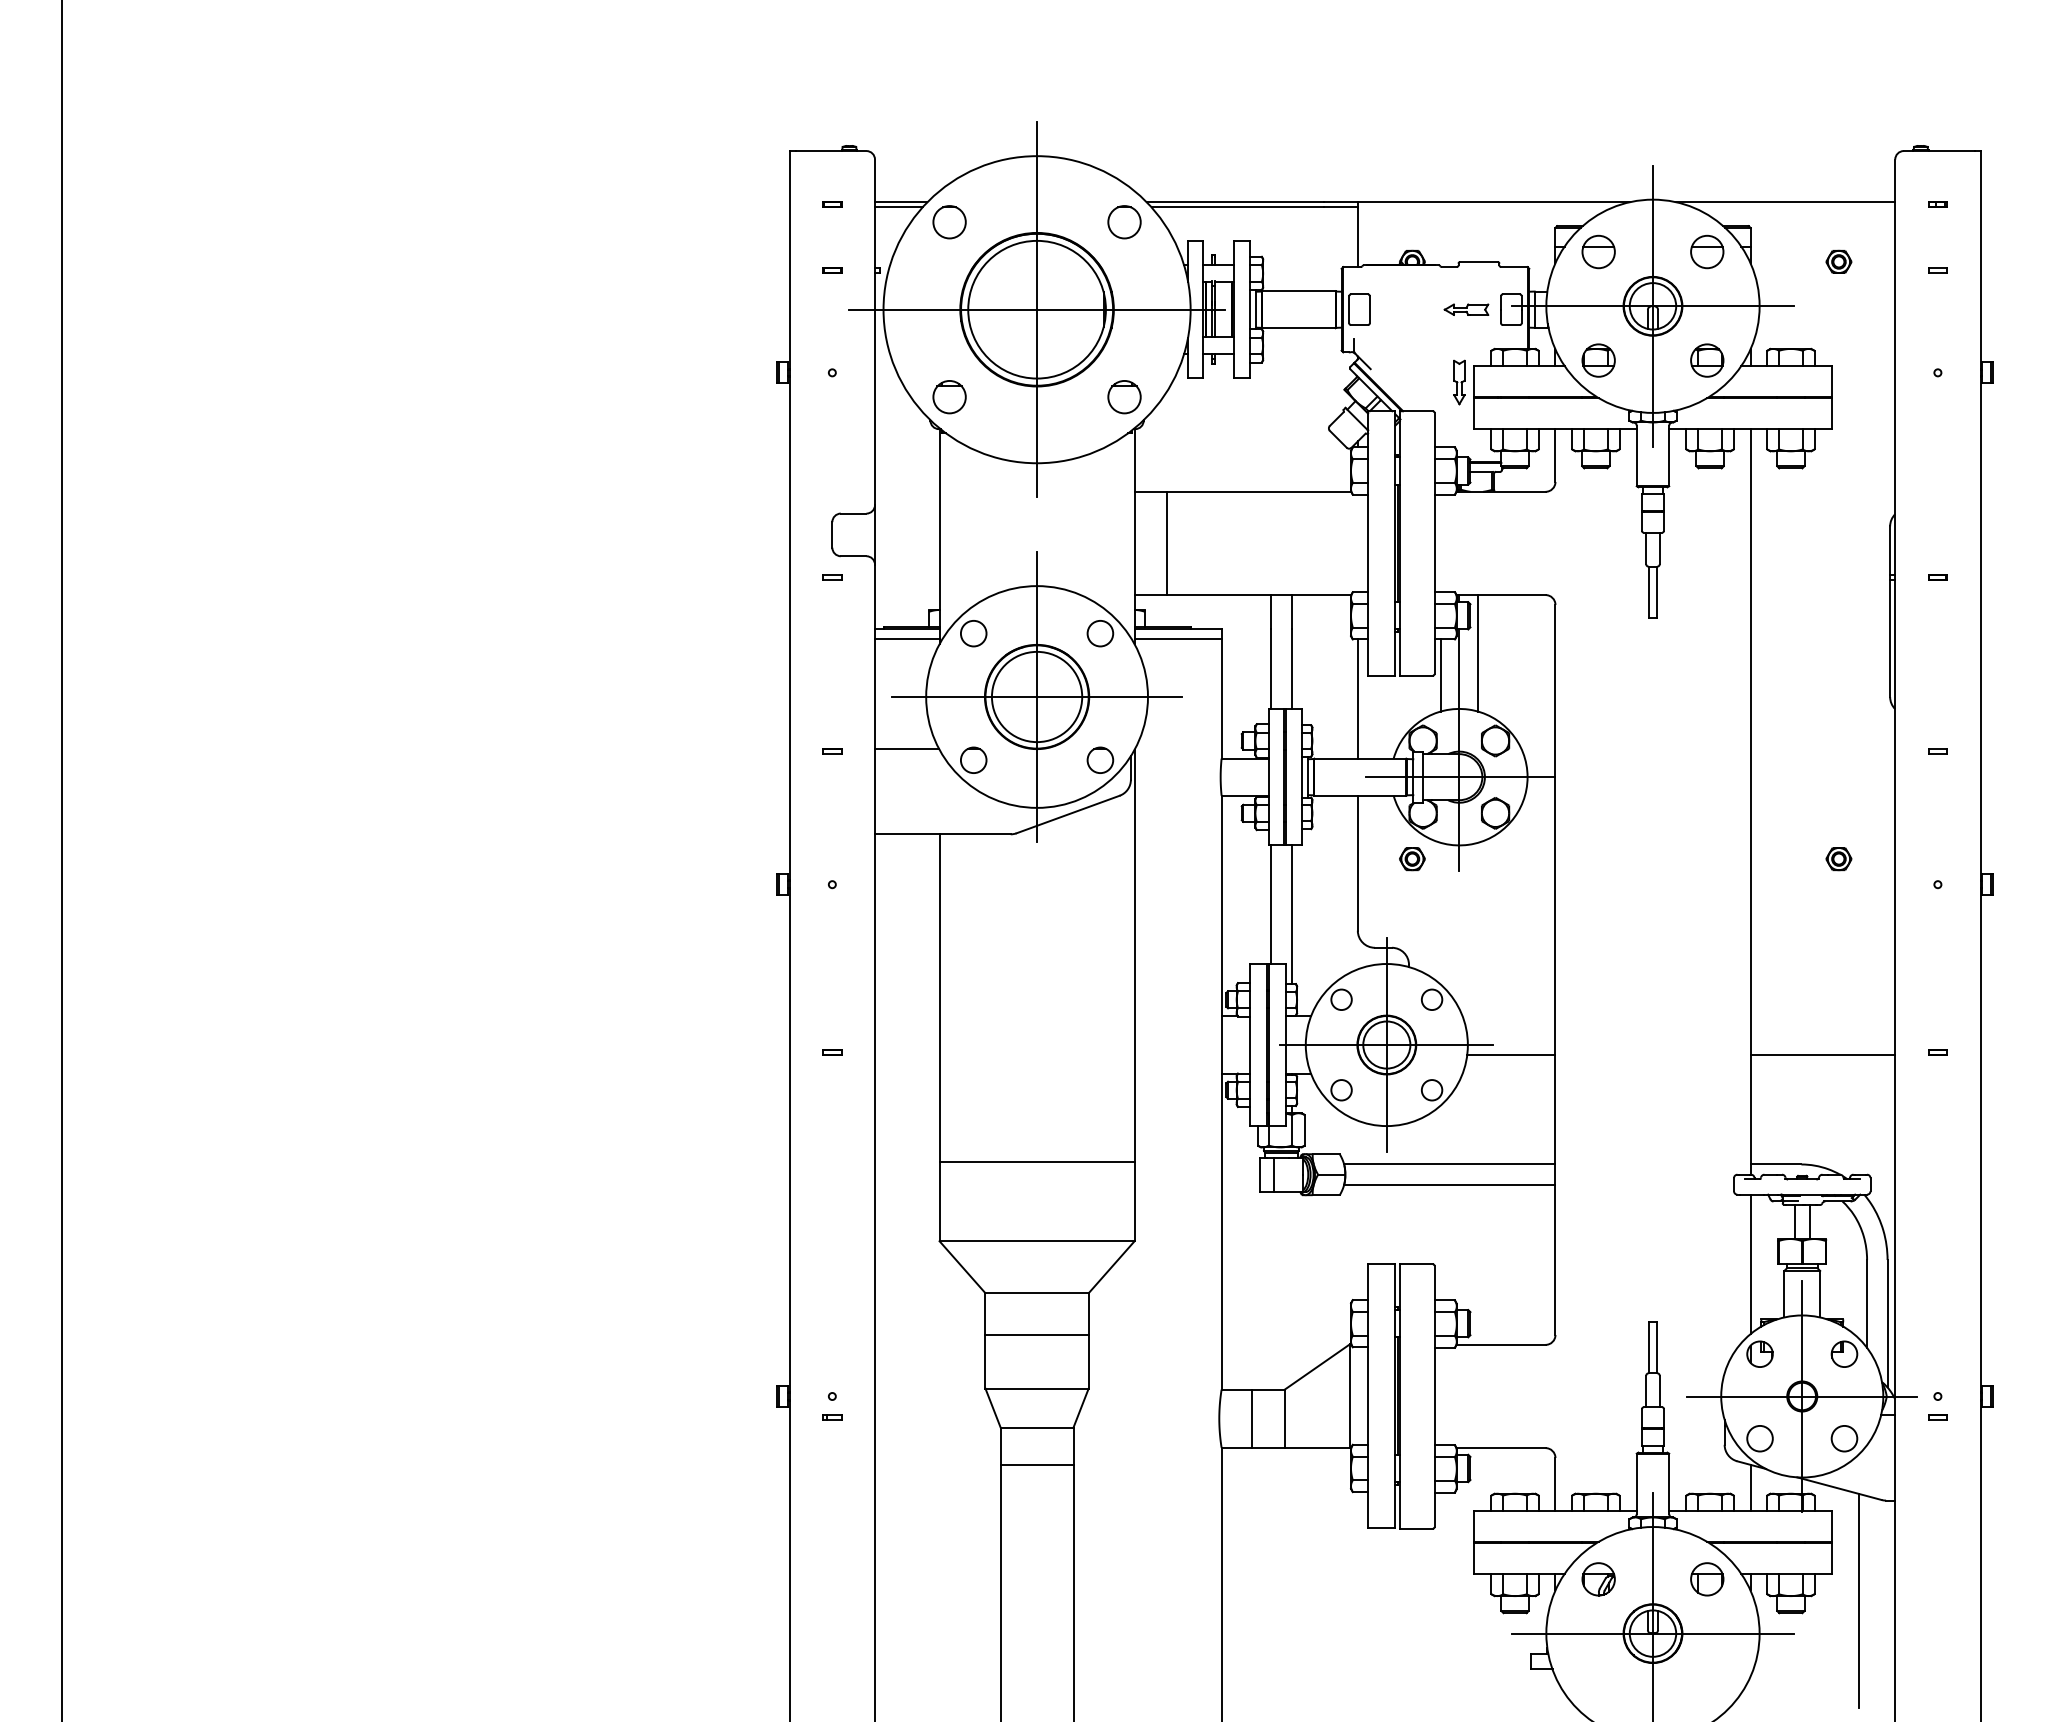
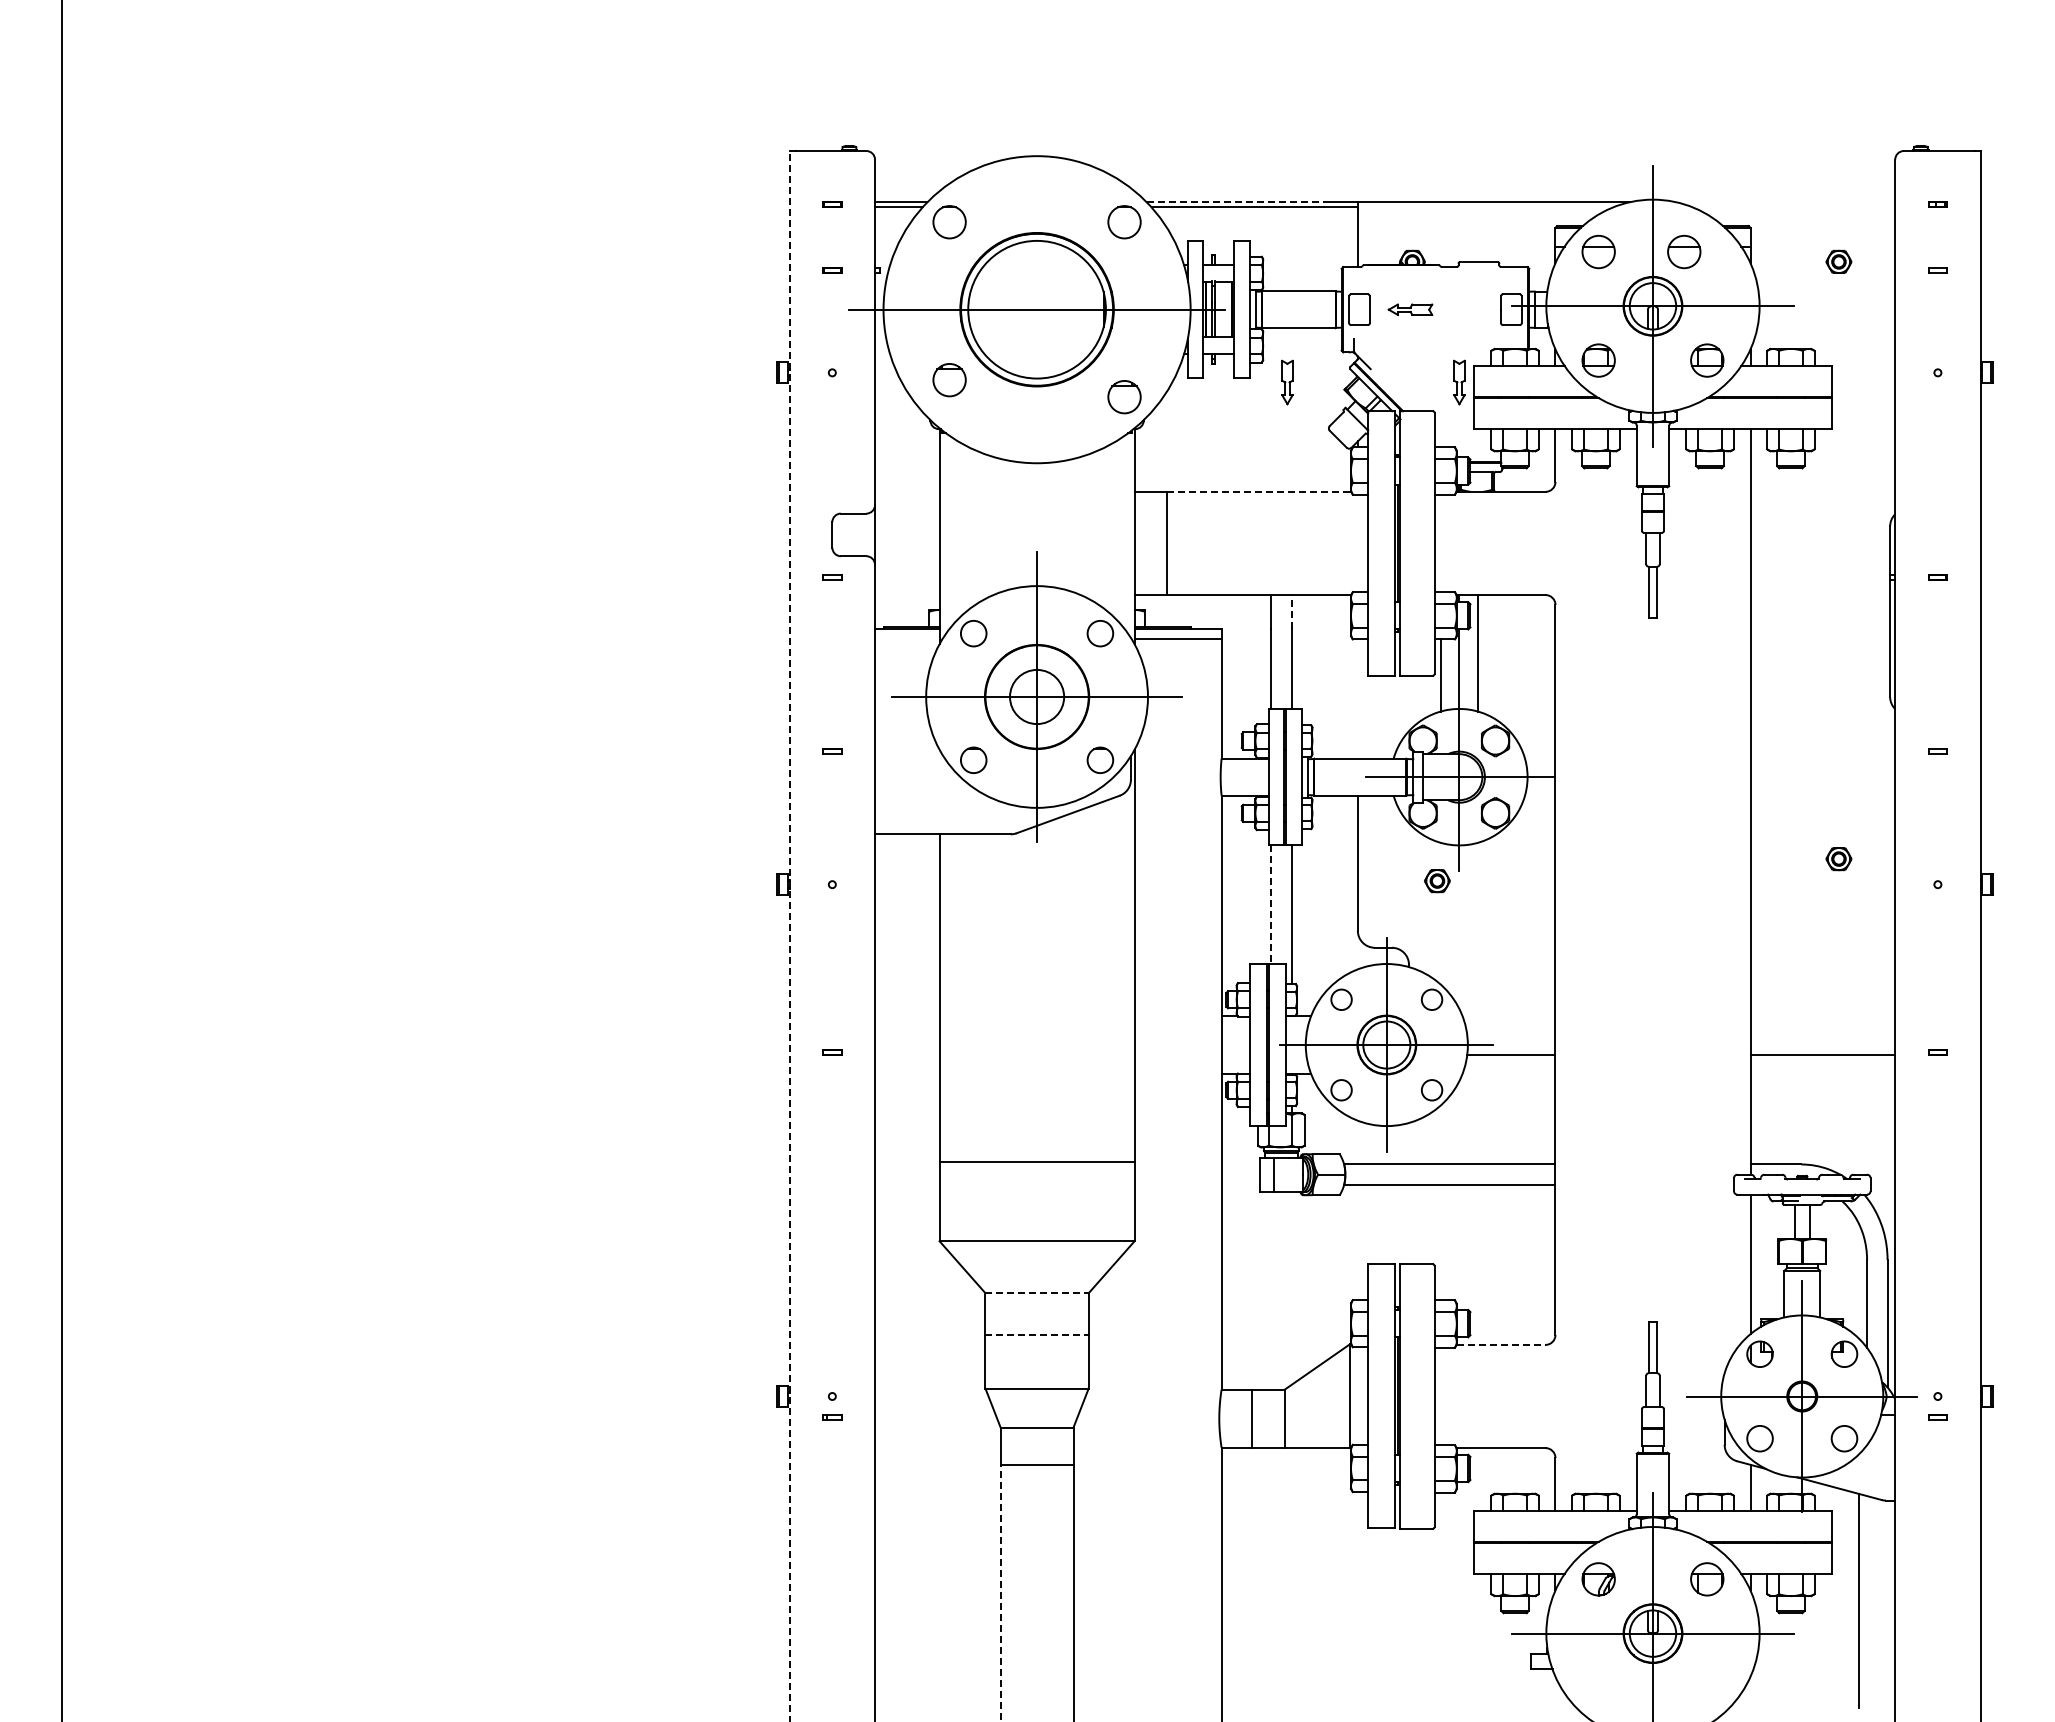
line at (1235, 202): solid -> dashed
line at (1785, 202): present -> none
part at (1707, 251) position: (1707, 251) -> (1684, 251)
line at (1037, 309): present -> none
part at (1466, 309) position: (1466, 309) -> (1410, 309)
part at (1287, 382): none -> present
part at (949, 397) position: (949, 397) -> (949, 380)
line at (1259, 491): solid -> dashed
line at (1291, 611): solid -> dashed
line at (907, 639): present -> none
circle at (1036, 696) diameter: 90 px -> 54 px
line at (1357, 698): present -> none
line at (907, 749): present -> none
part at (1412, 859) position: (1412, 859) -> (1437, 881)
line at (1271, 905): solid -> dashed
line at (789, 936): solid -> dashed
line at (1037, 1293): solid -> dashed
line at (1037, 1335): solid -> dashed
line at (1501, 1344): solid -> dashed
line at (1000, 1593): solid -> dashed
